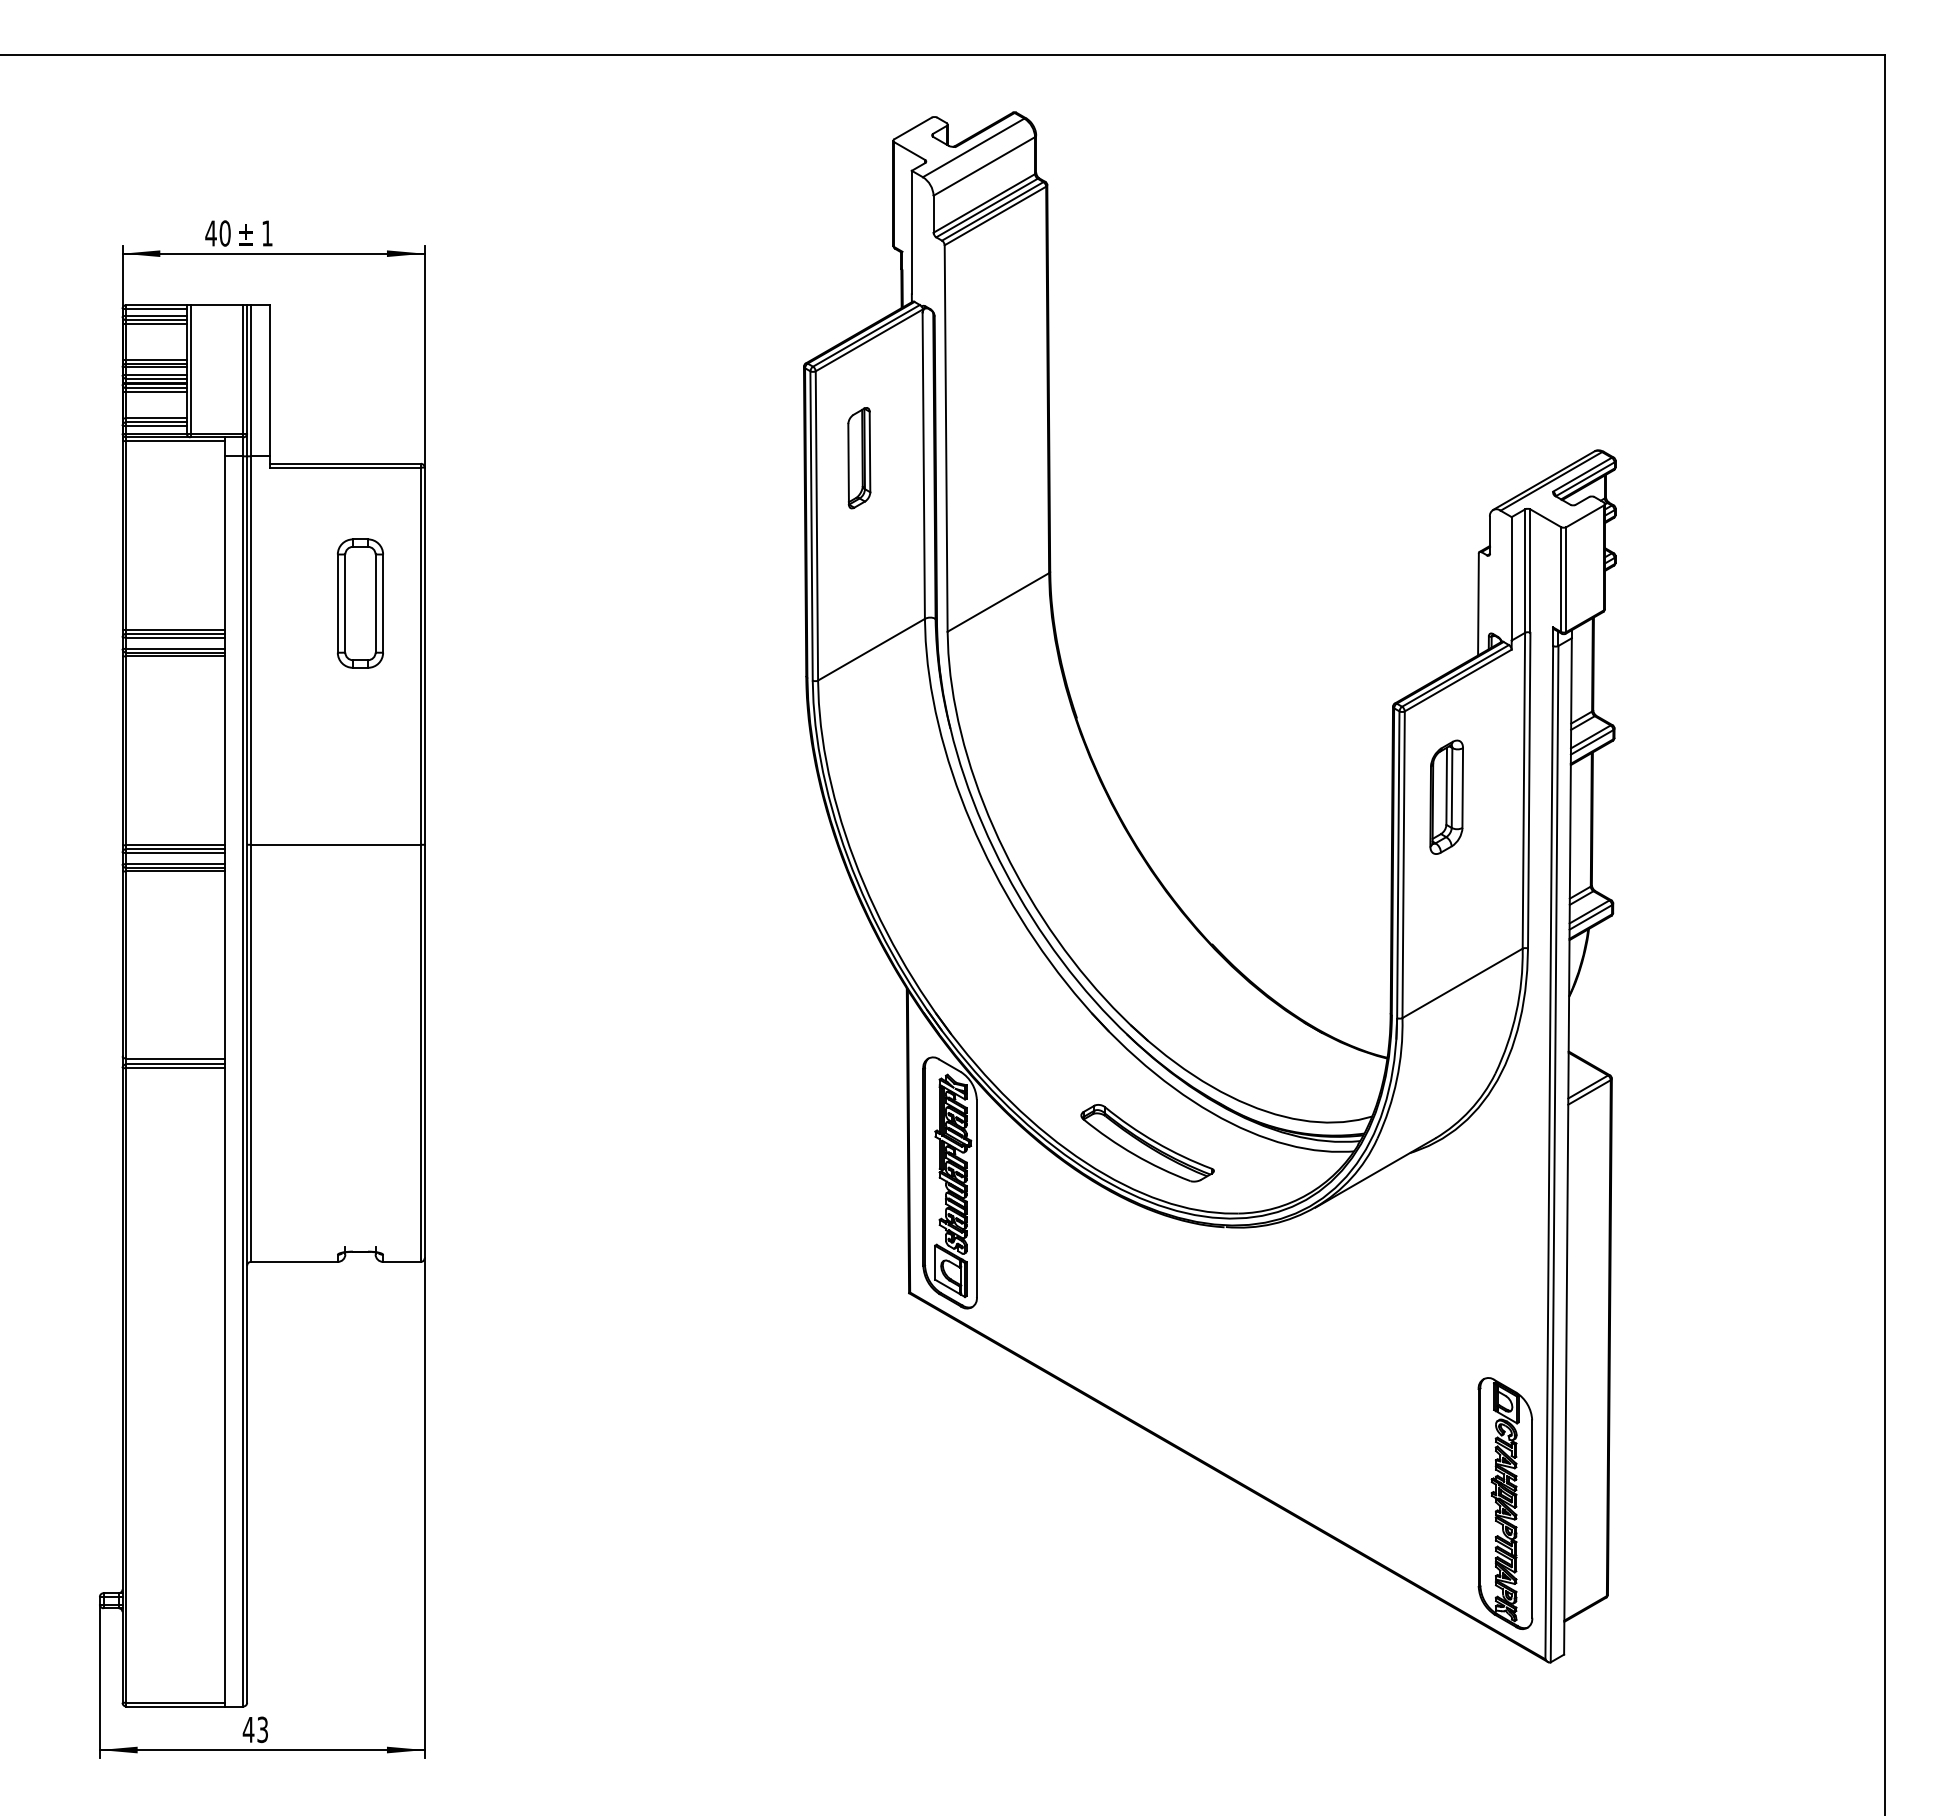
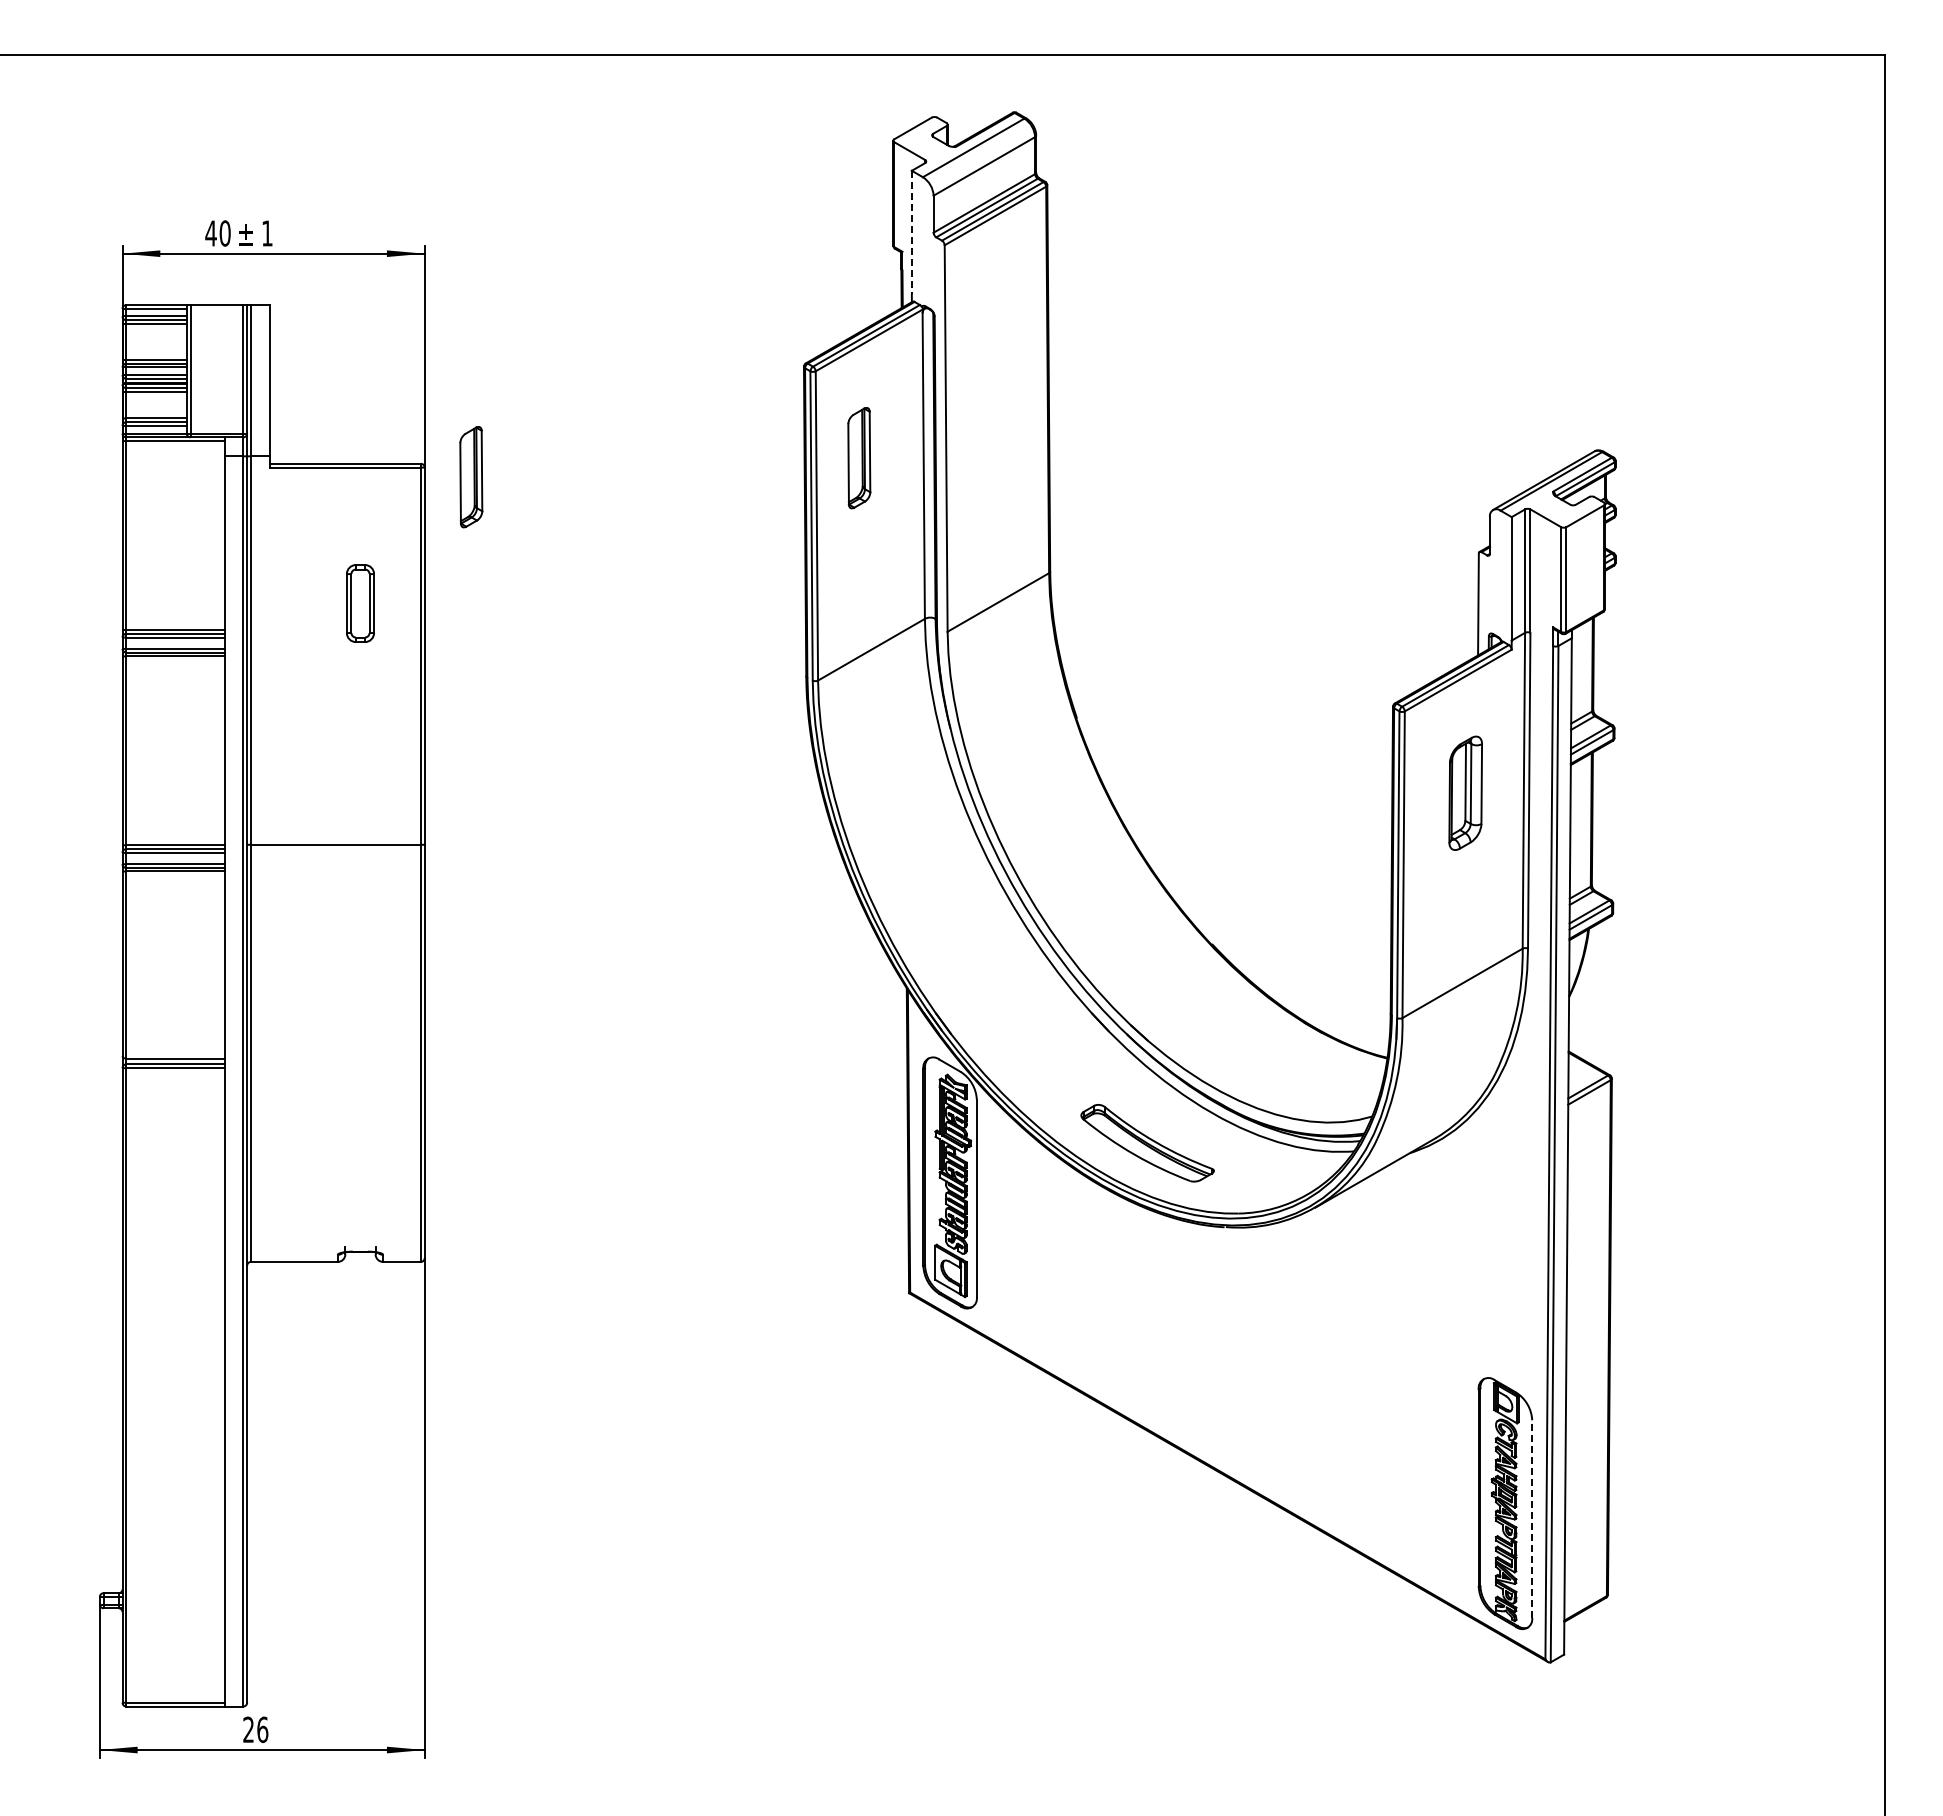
line at (911, 232): solid -> dashed
part at (471, 477): none -> present
part at (360, 603) size: 47x131 px -> 29x79 px
part at (1446, 796) position: (1446, 796) -> (1465, 792)
line at (1532, 1519): solid -> dashed
text at (255, 1729): 43 -> 26
